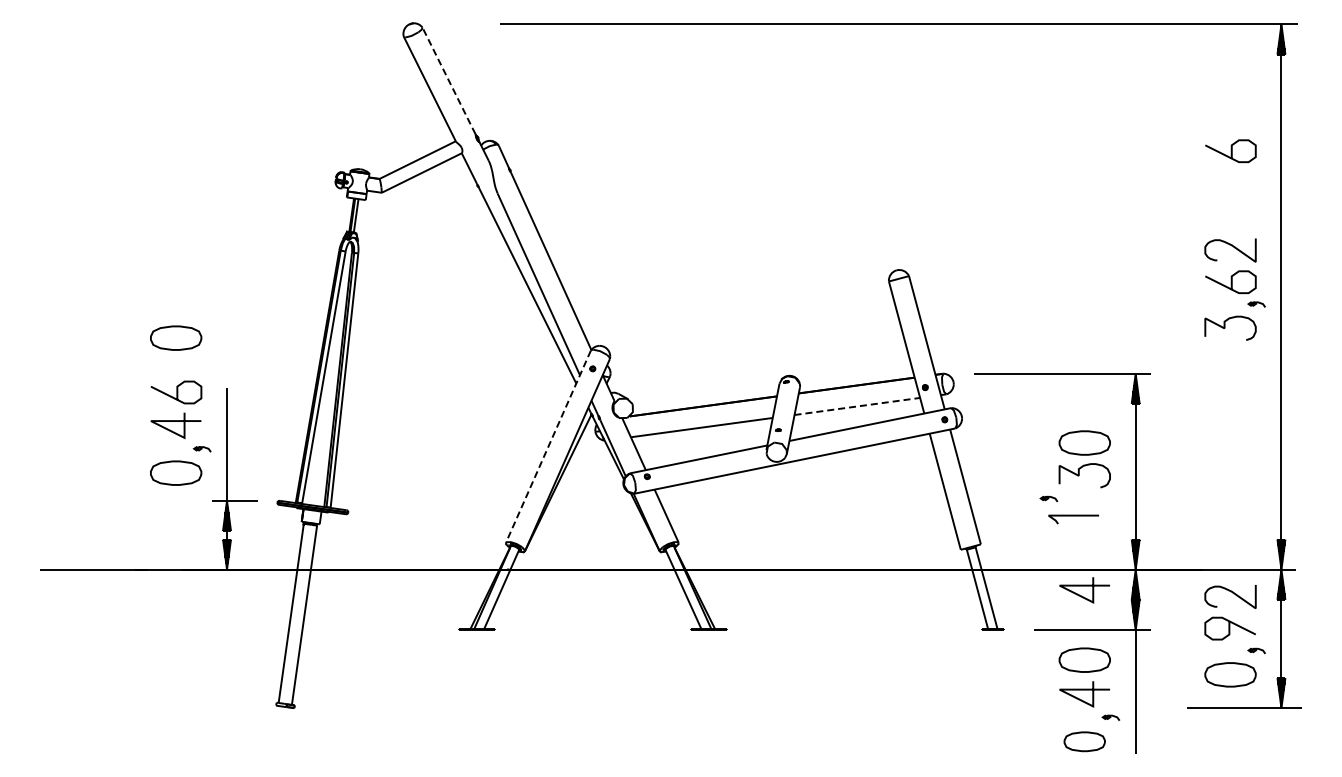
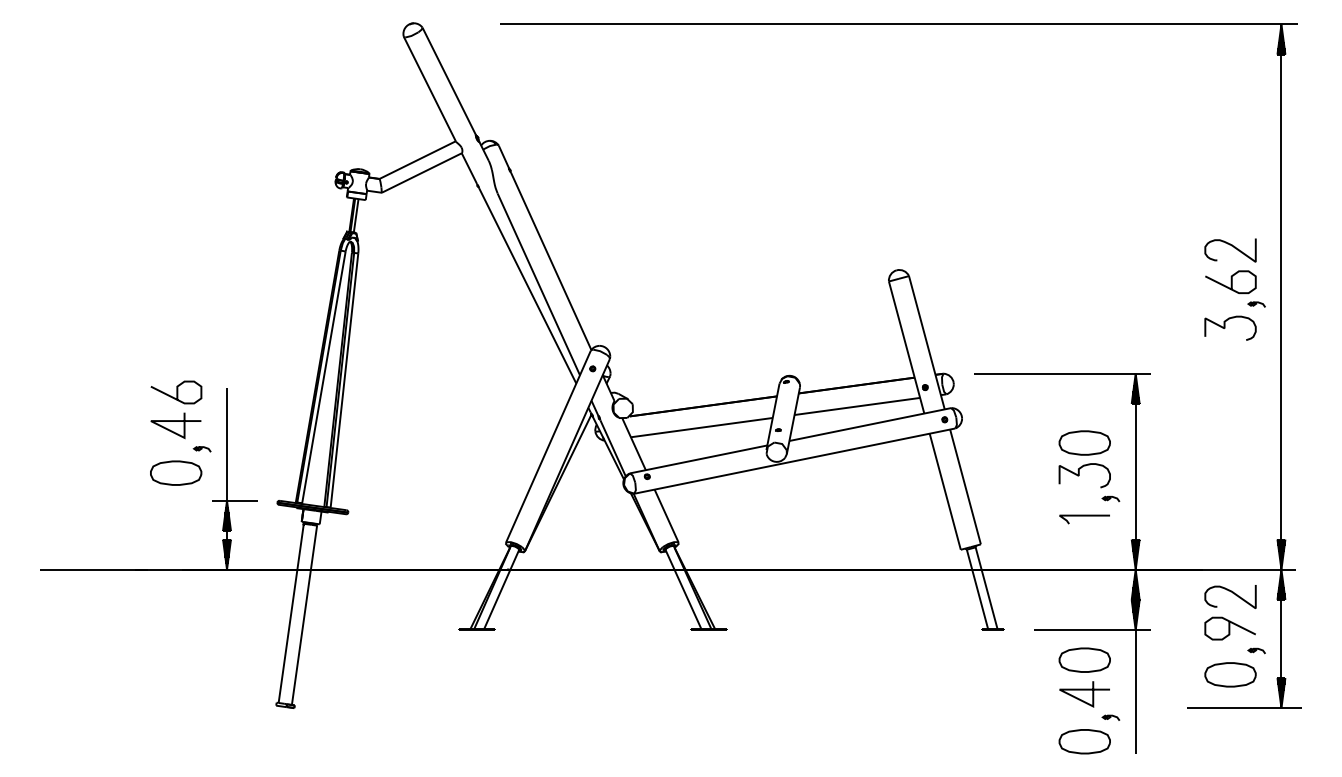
line at (448, 80): dashed -> solid
curve at (1230, 151): present -> none
part at (176, 337): present -> none
line at (857, 406): dashed -> solid
line at (548, 447): dashed -> solid
part at (1048, 498) position: (1048, 498) -> (1110, 498)
line at (1073, 516) position: (1073, 516) -> (1084, 516)
line at (1084, 586): present -> none
part at (1084, 741) size: 43x22 px -> 53x26 px
